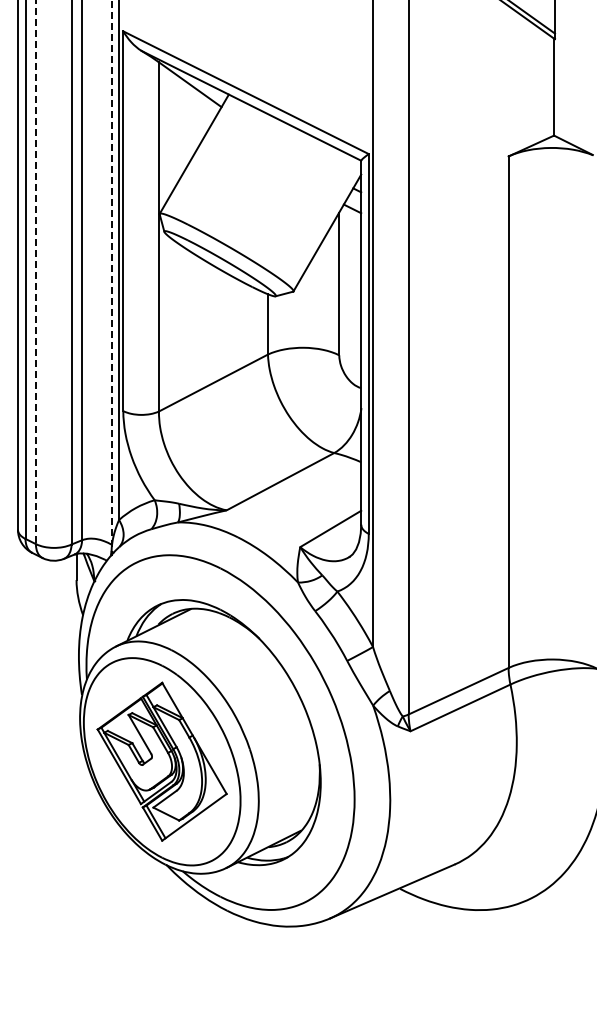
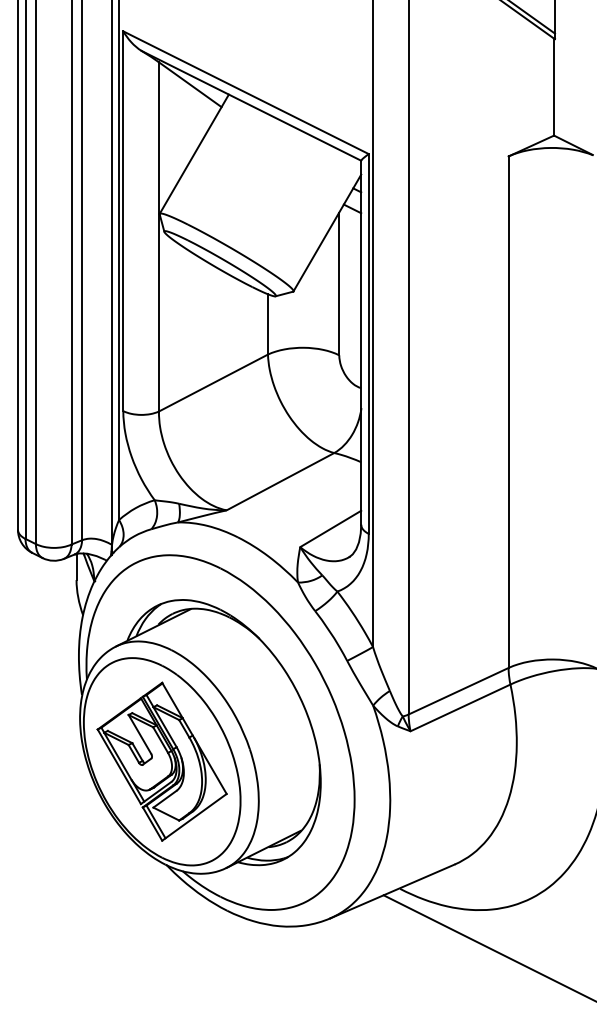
line at (35, 272): dashed -> solid
line at (111, 277): dashed -> solid
line at (488, 947): none -> present
